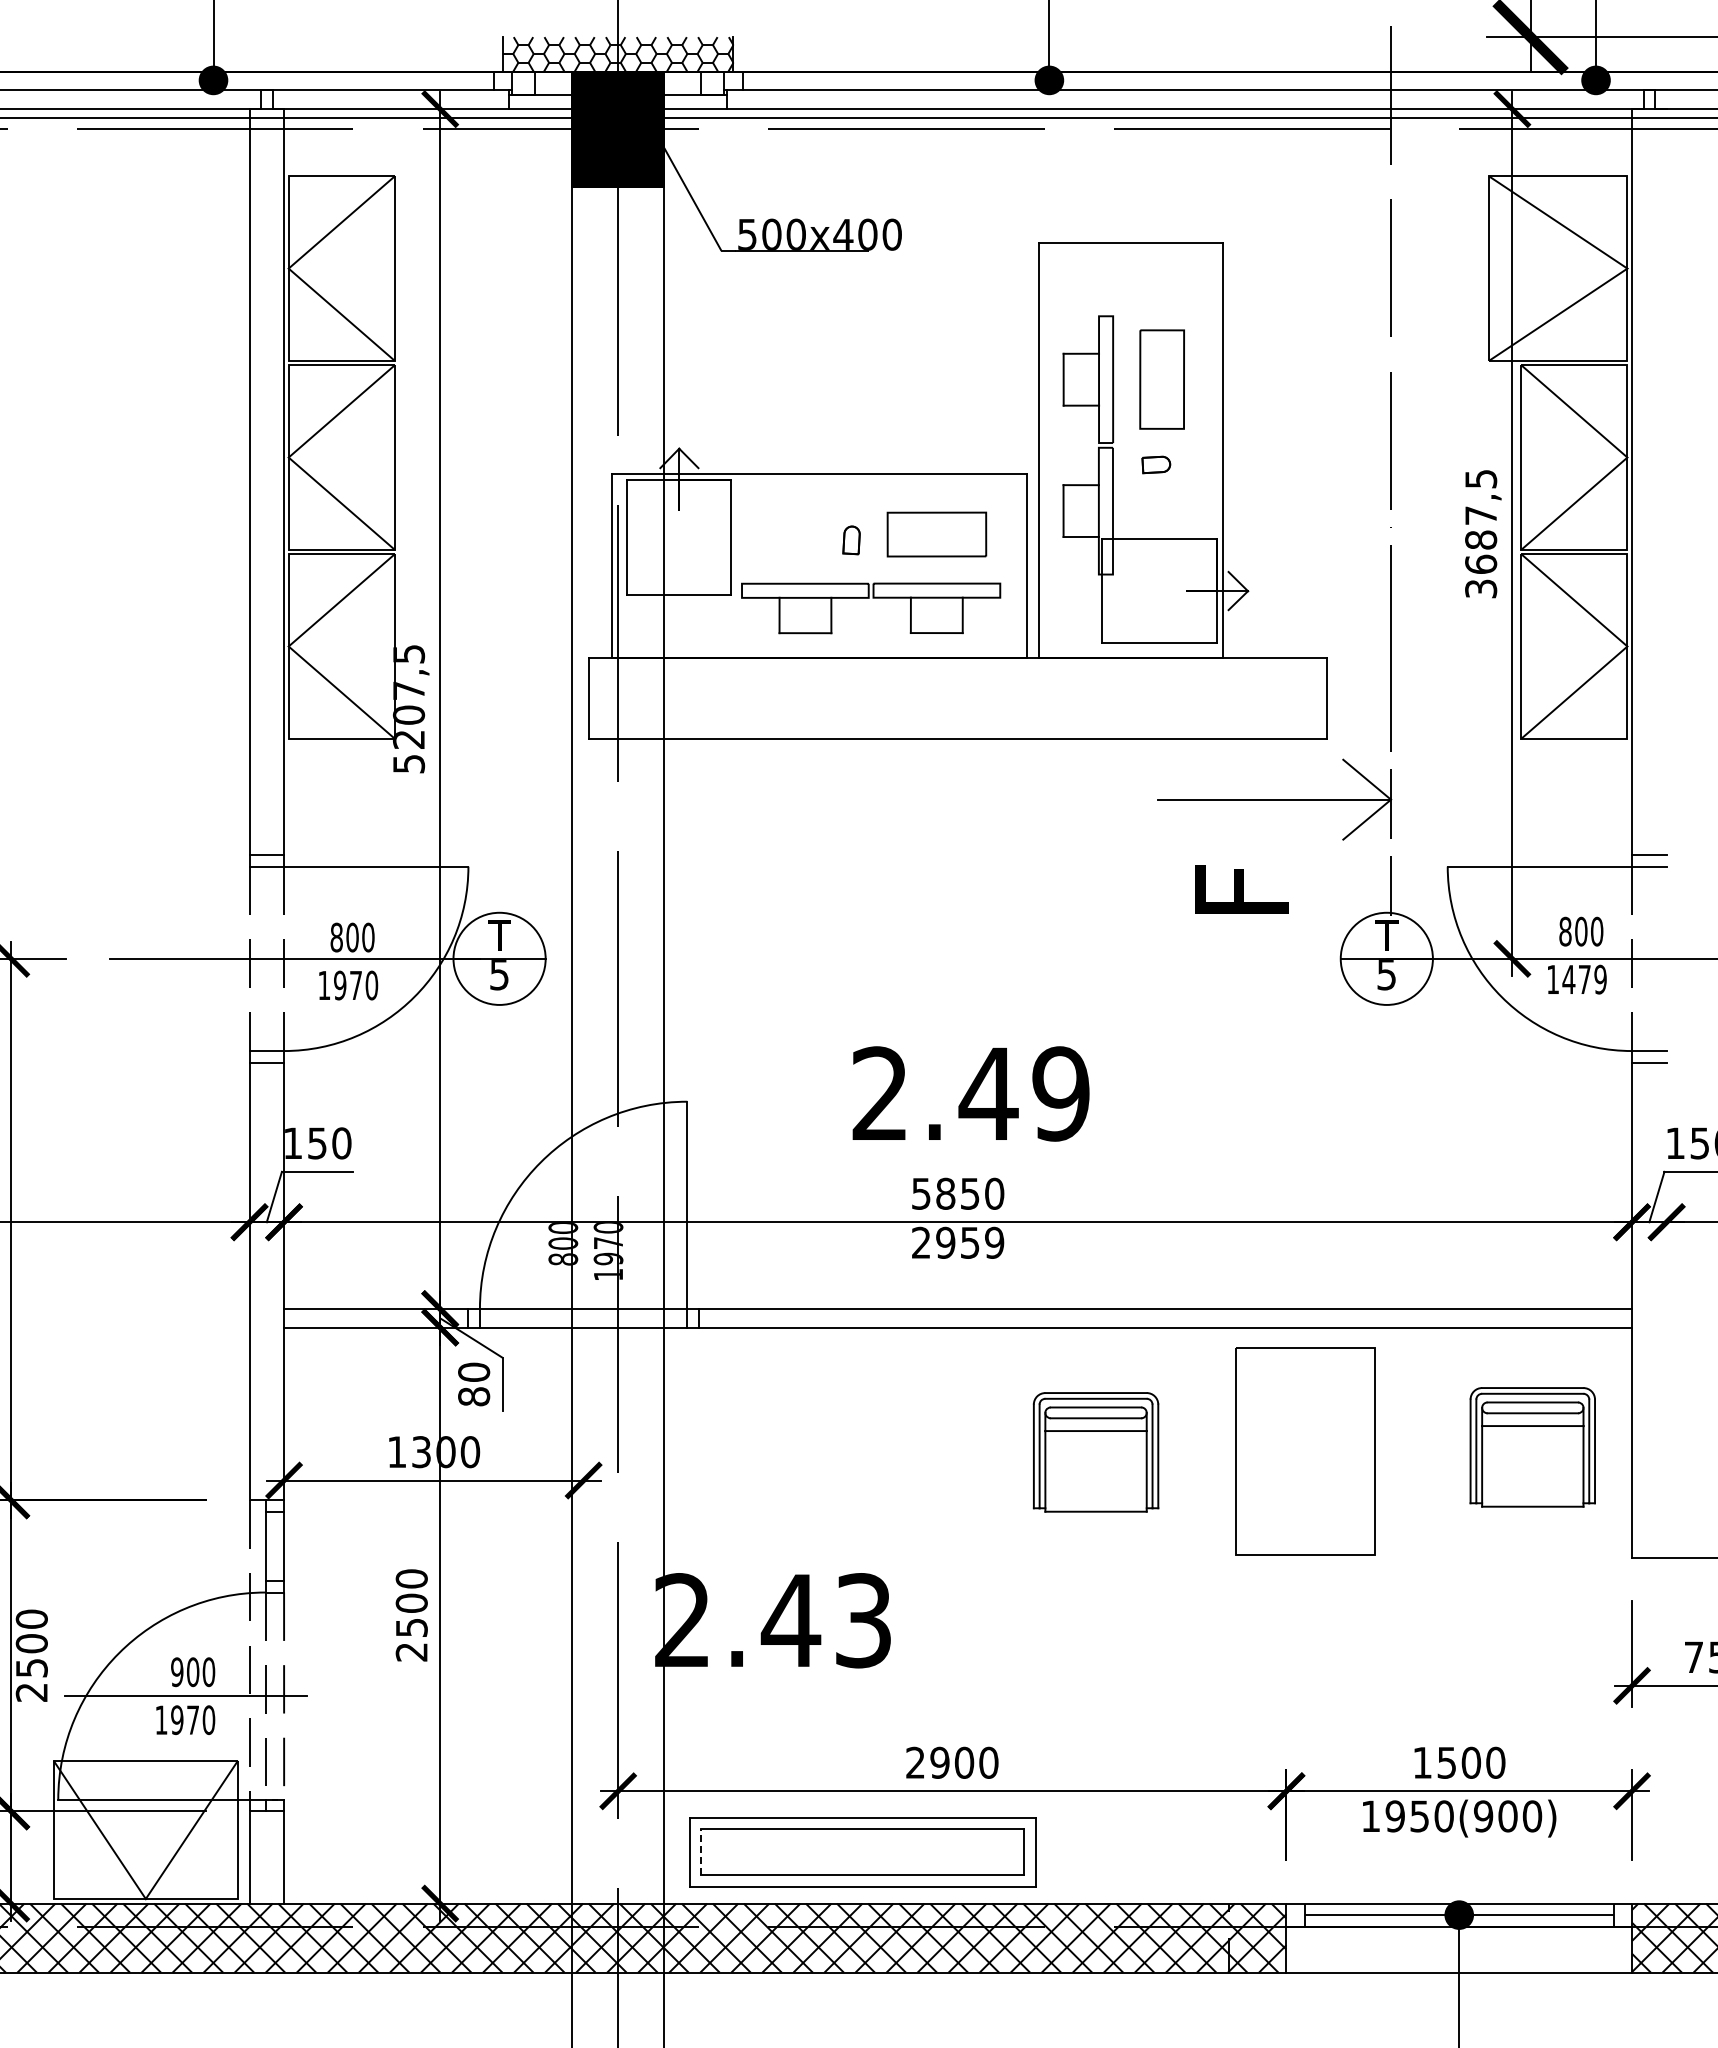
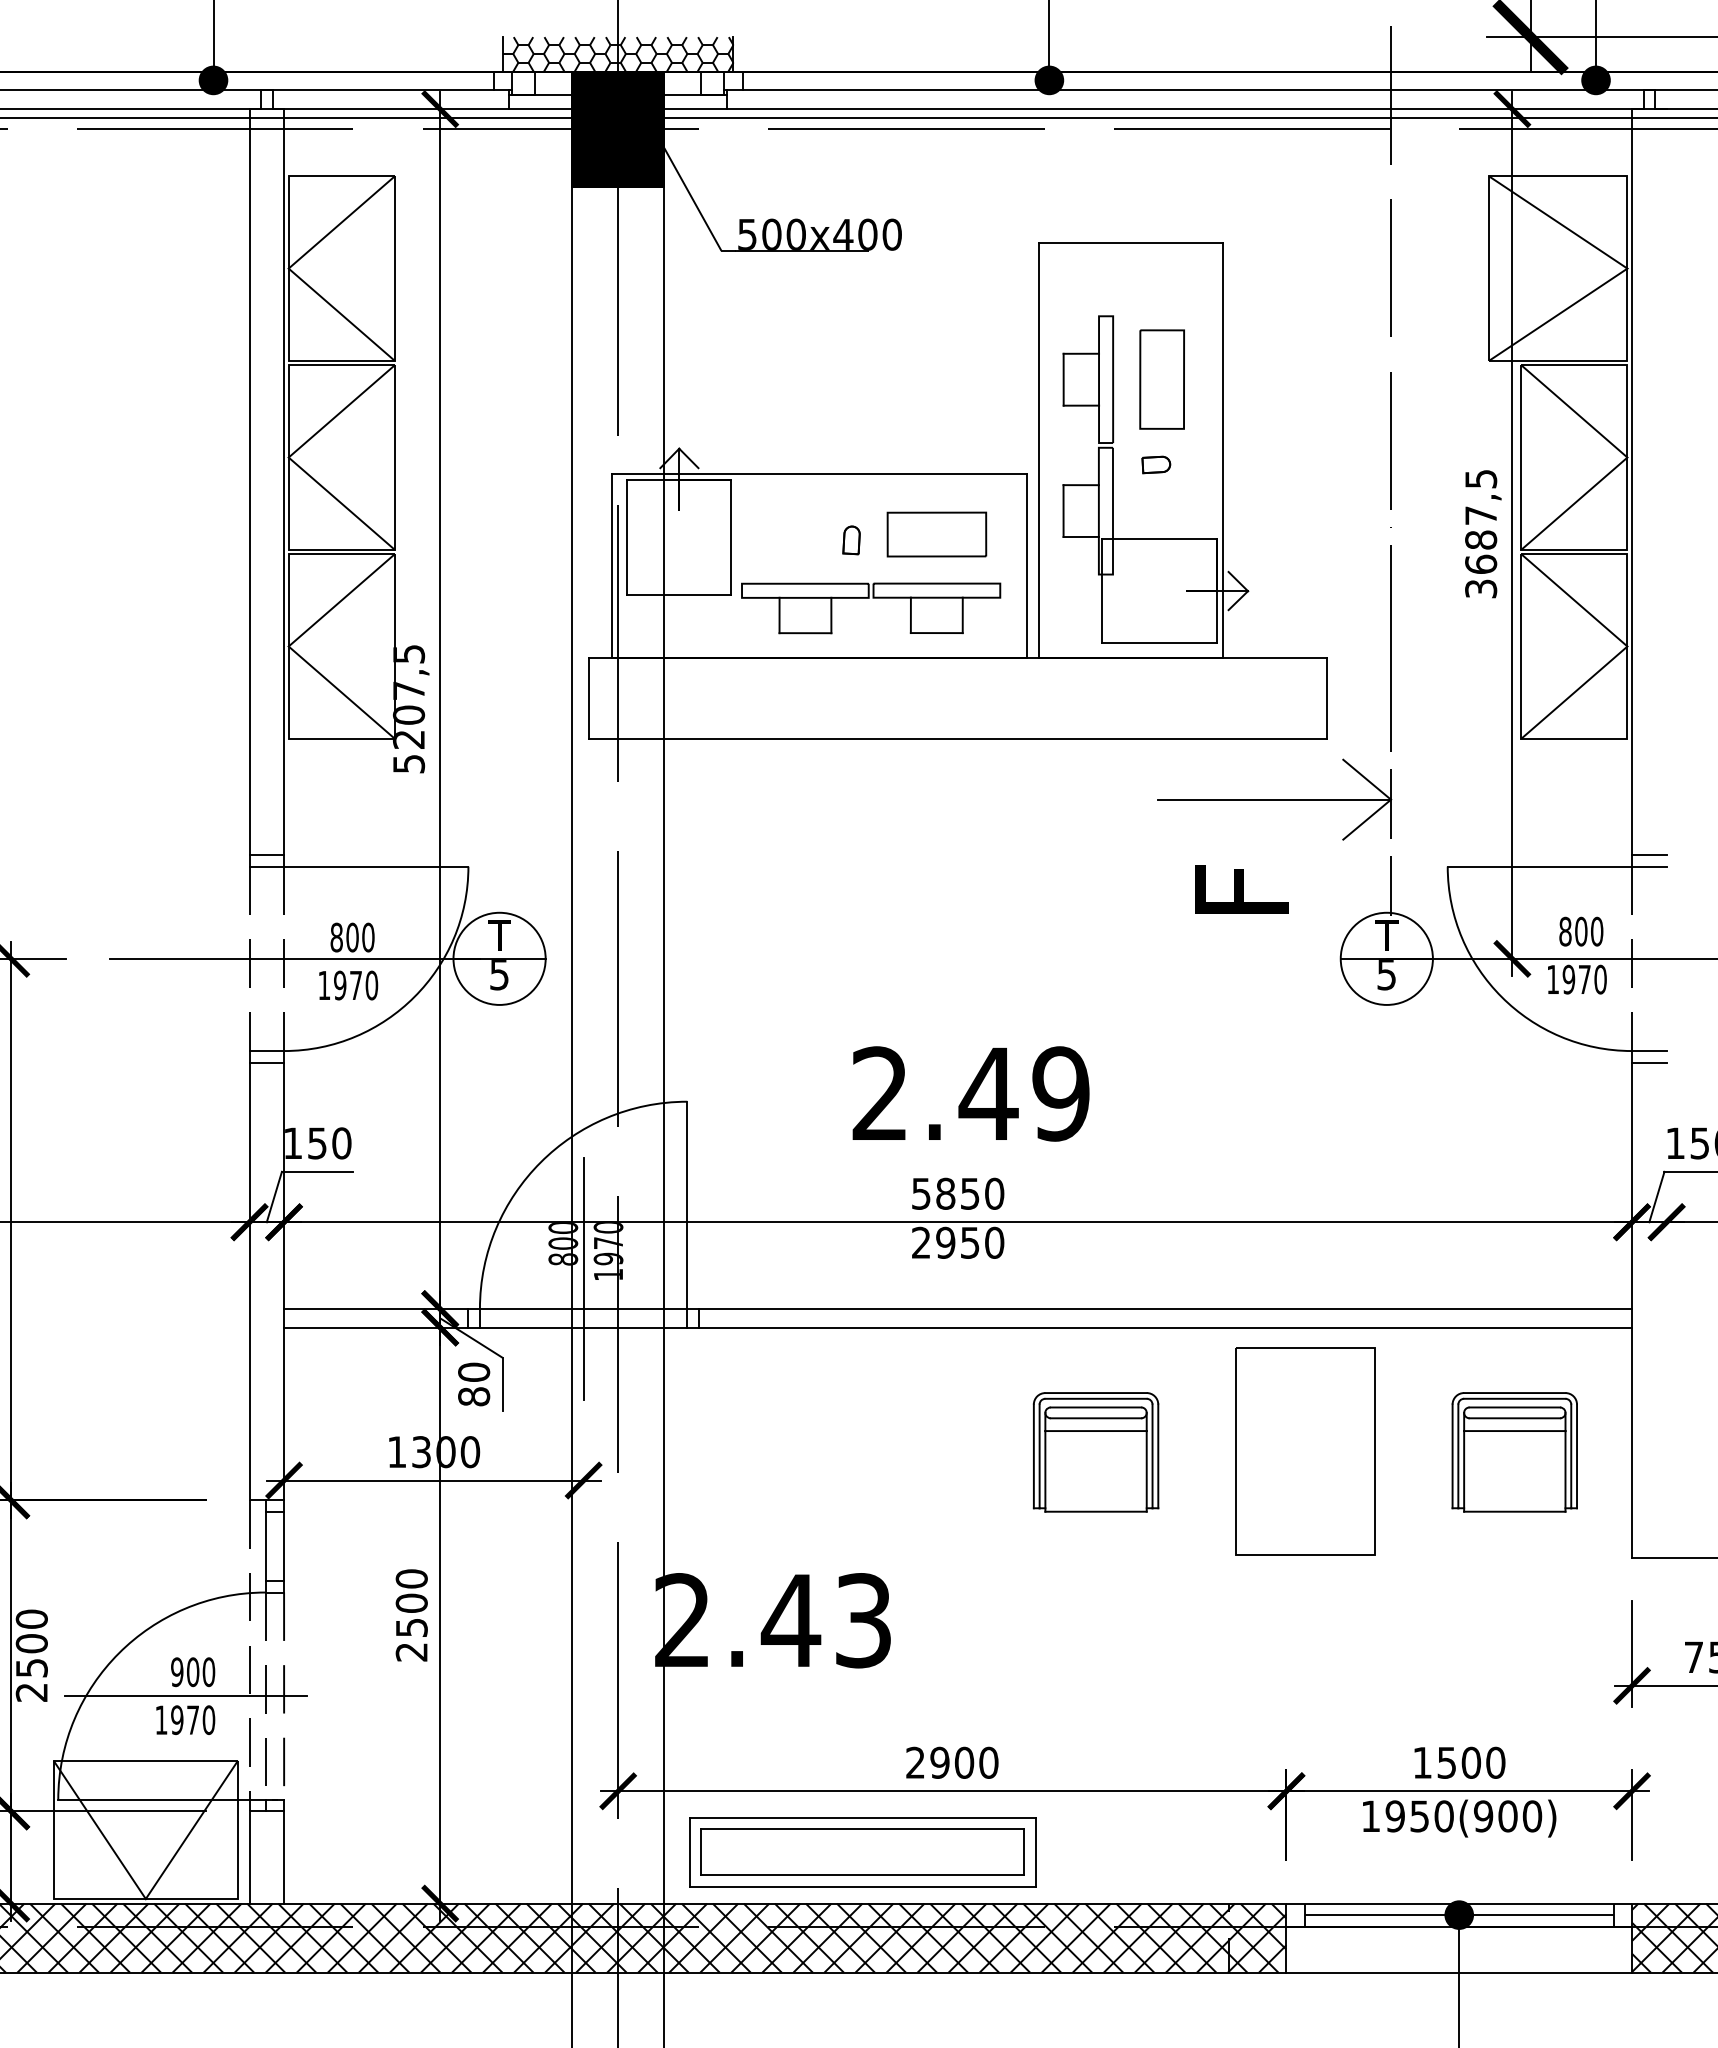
text at (1584, 979): 1479 -> 1970
text at (994, 1242): 2959 -> 2950
line at (583, 1278): none -> present
part at (1532, 1447) position: (1532, 1447) -> (1514, 1452)
line at (701, 1851): dashed -> solid
